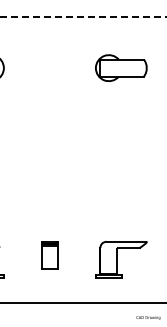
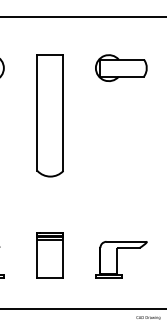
line at (83, 16): dashed -> solid
part at (49, 115): none -> present
part at (49, 255) size: 18x29 px -> 28x47 px
line at (82, 302) position: (82, 302) -> (82, 308)
